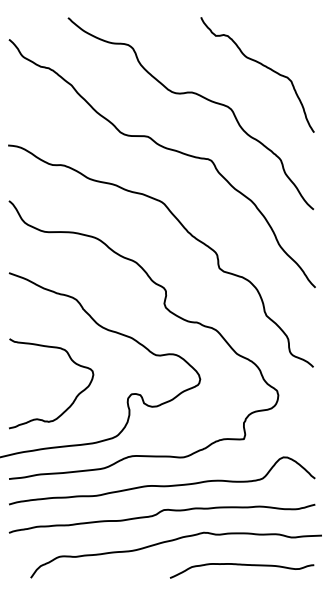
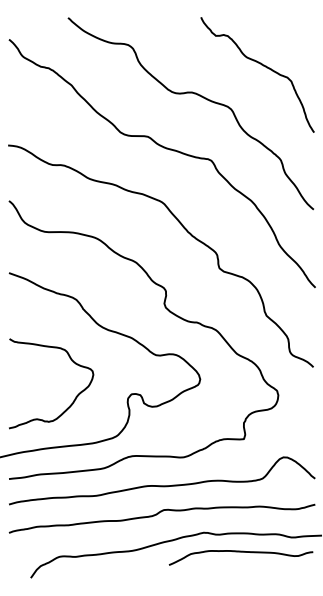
curve at (241, 565) position: (241, 565) -> (240, 552)
